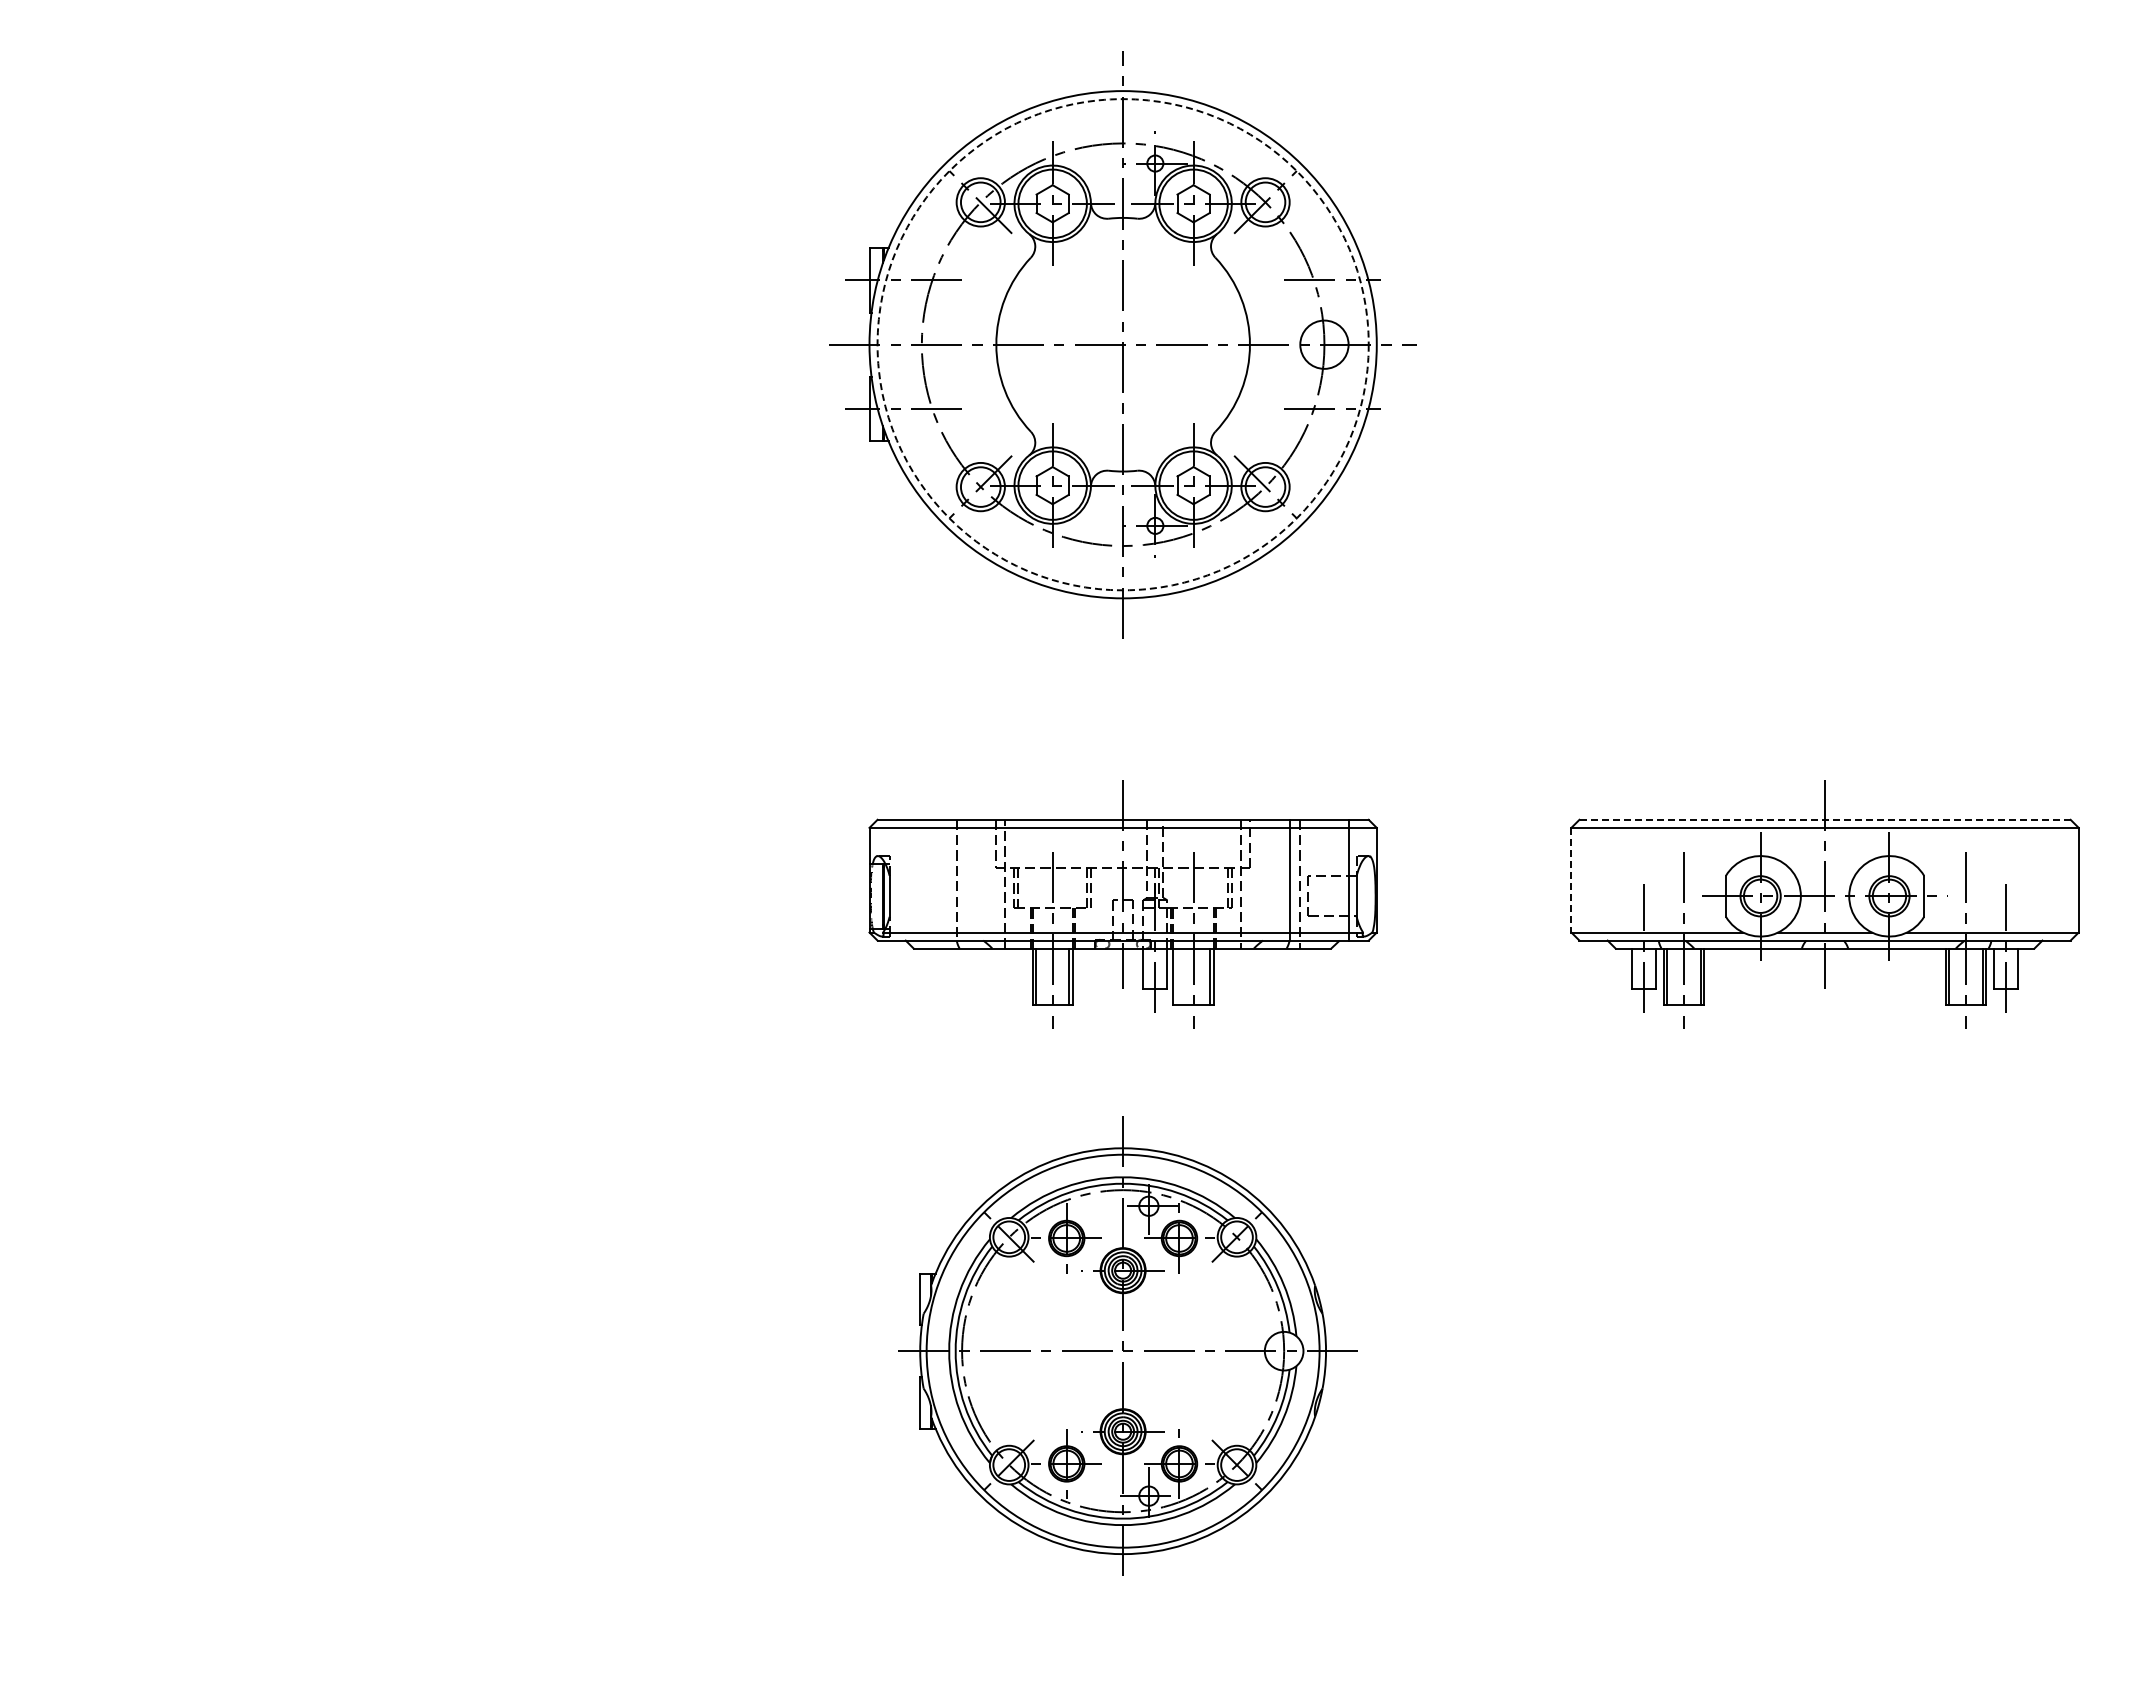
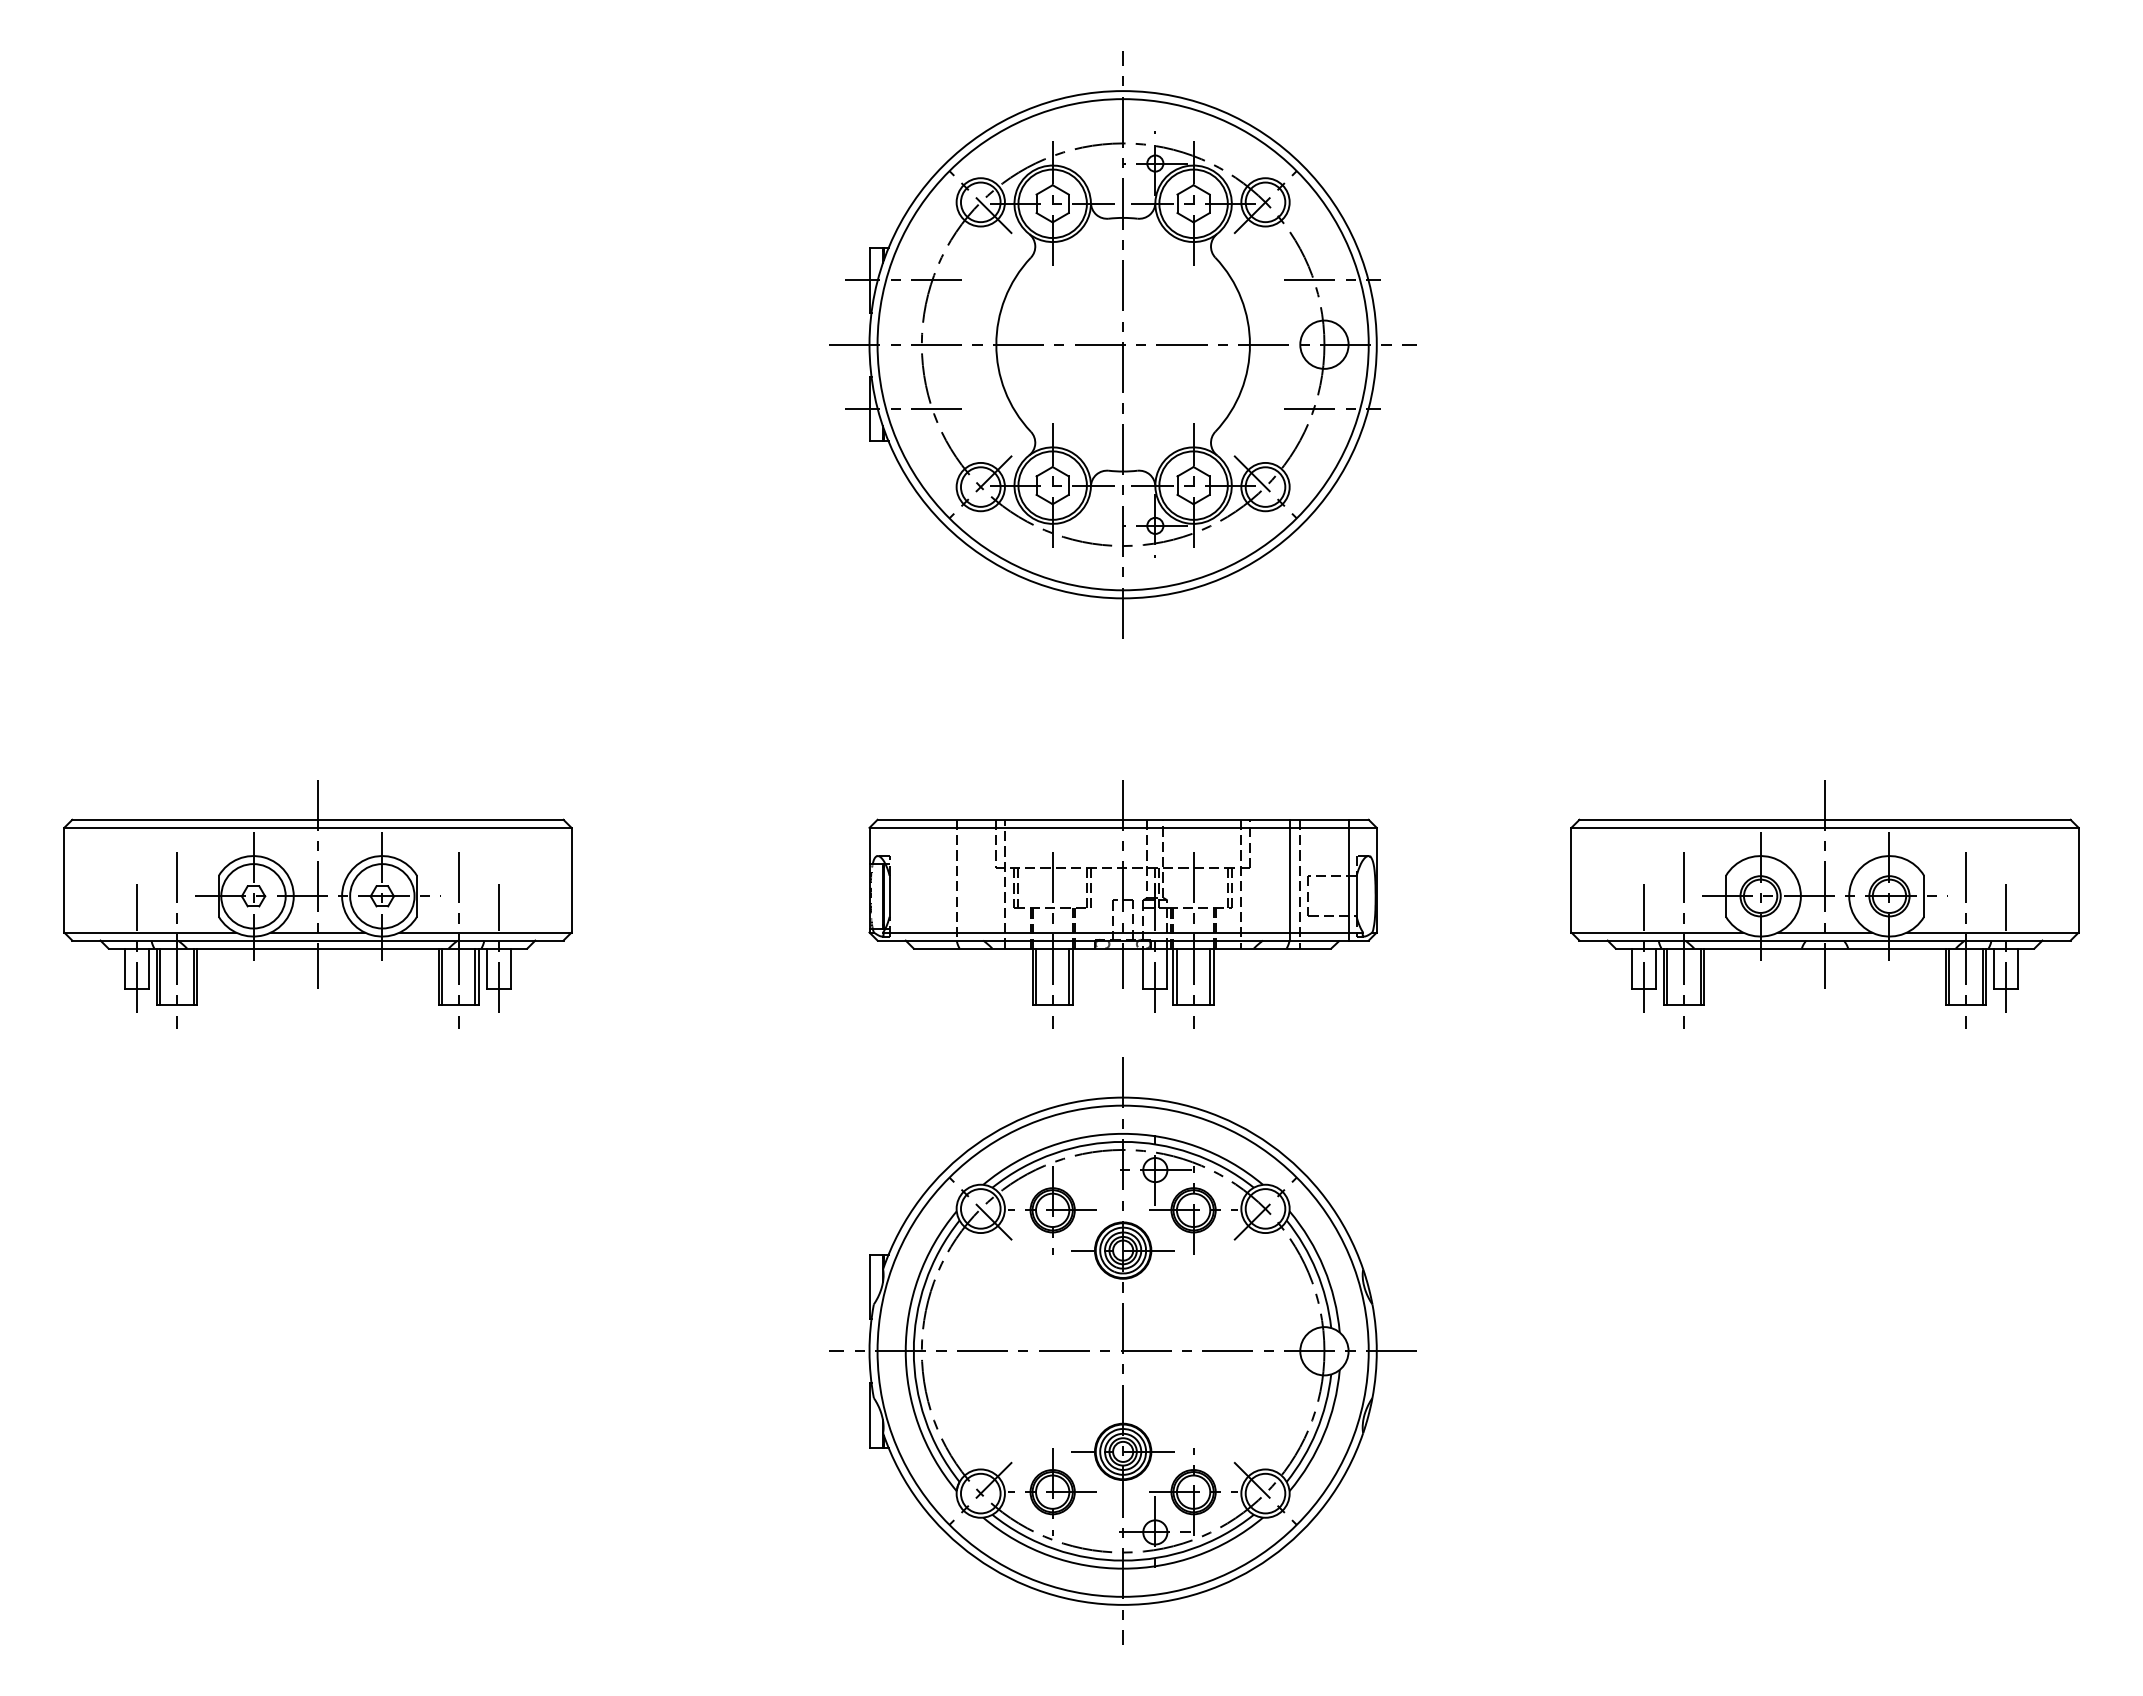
circle at (1122, 344): dashed -> solid
line at (1825, 819): dashed -> solid
line at (1571, 880): dashed -> solid
part at (317, 904): none -> present
line at (1176, 976): none -> present
part at (1127, 1345) size: 460x460 px -> 588x588 px
